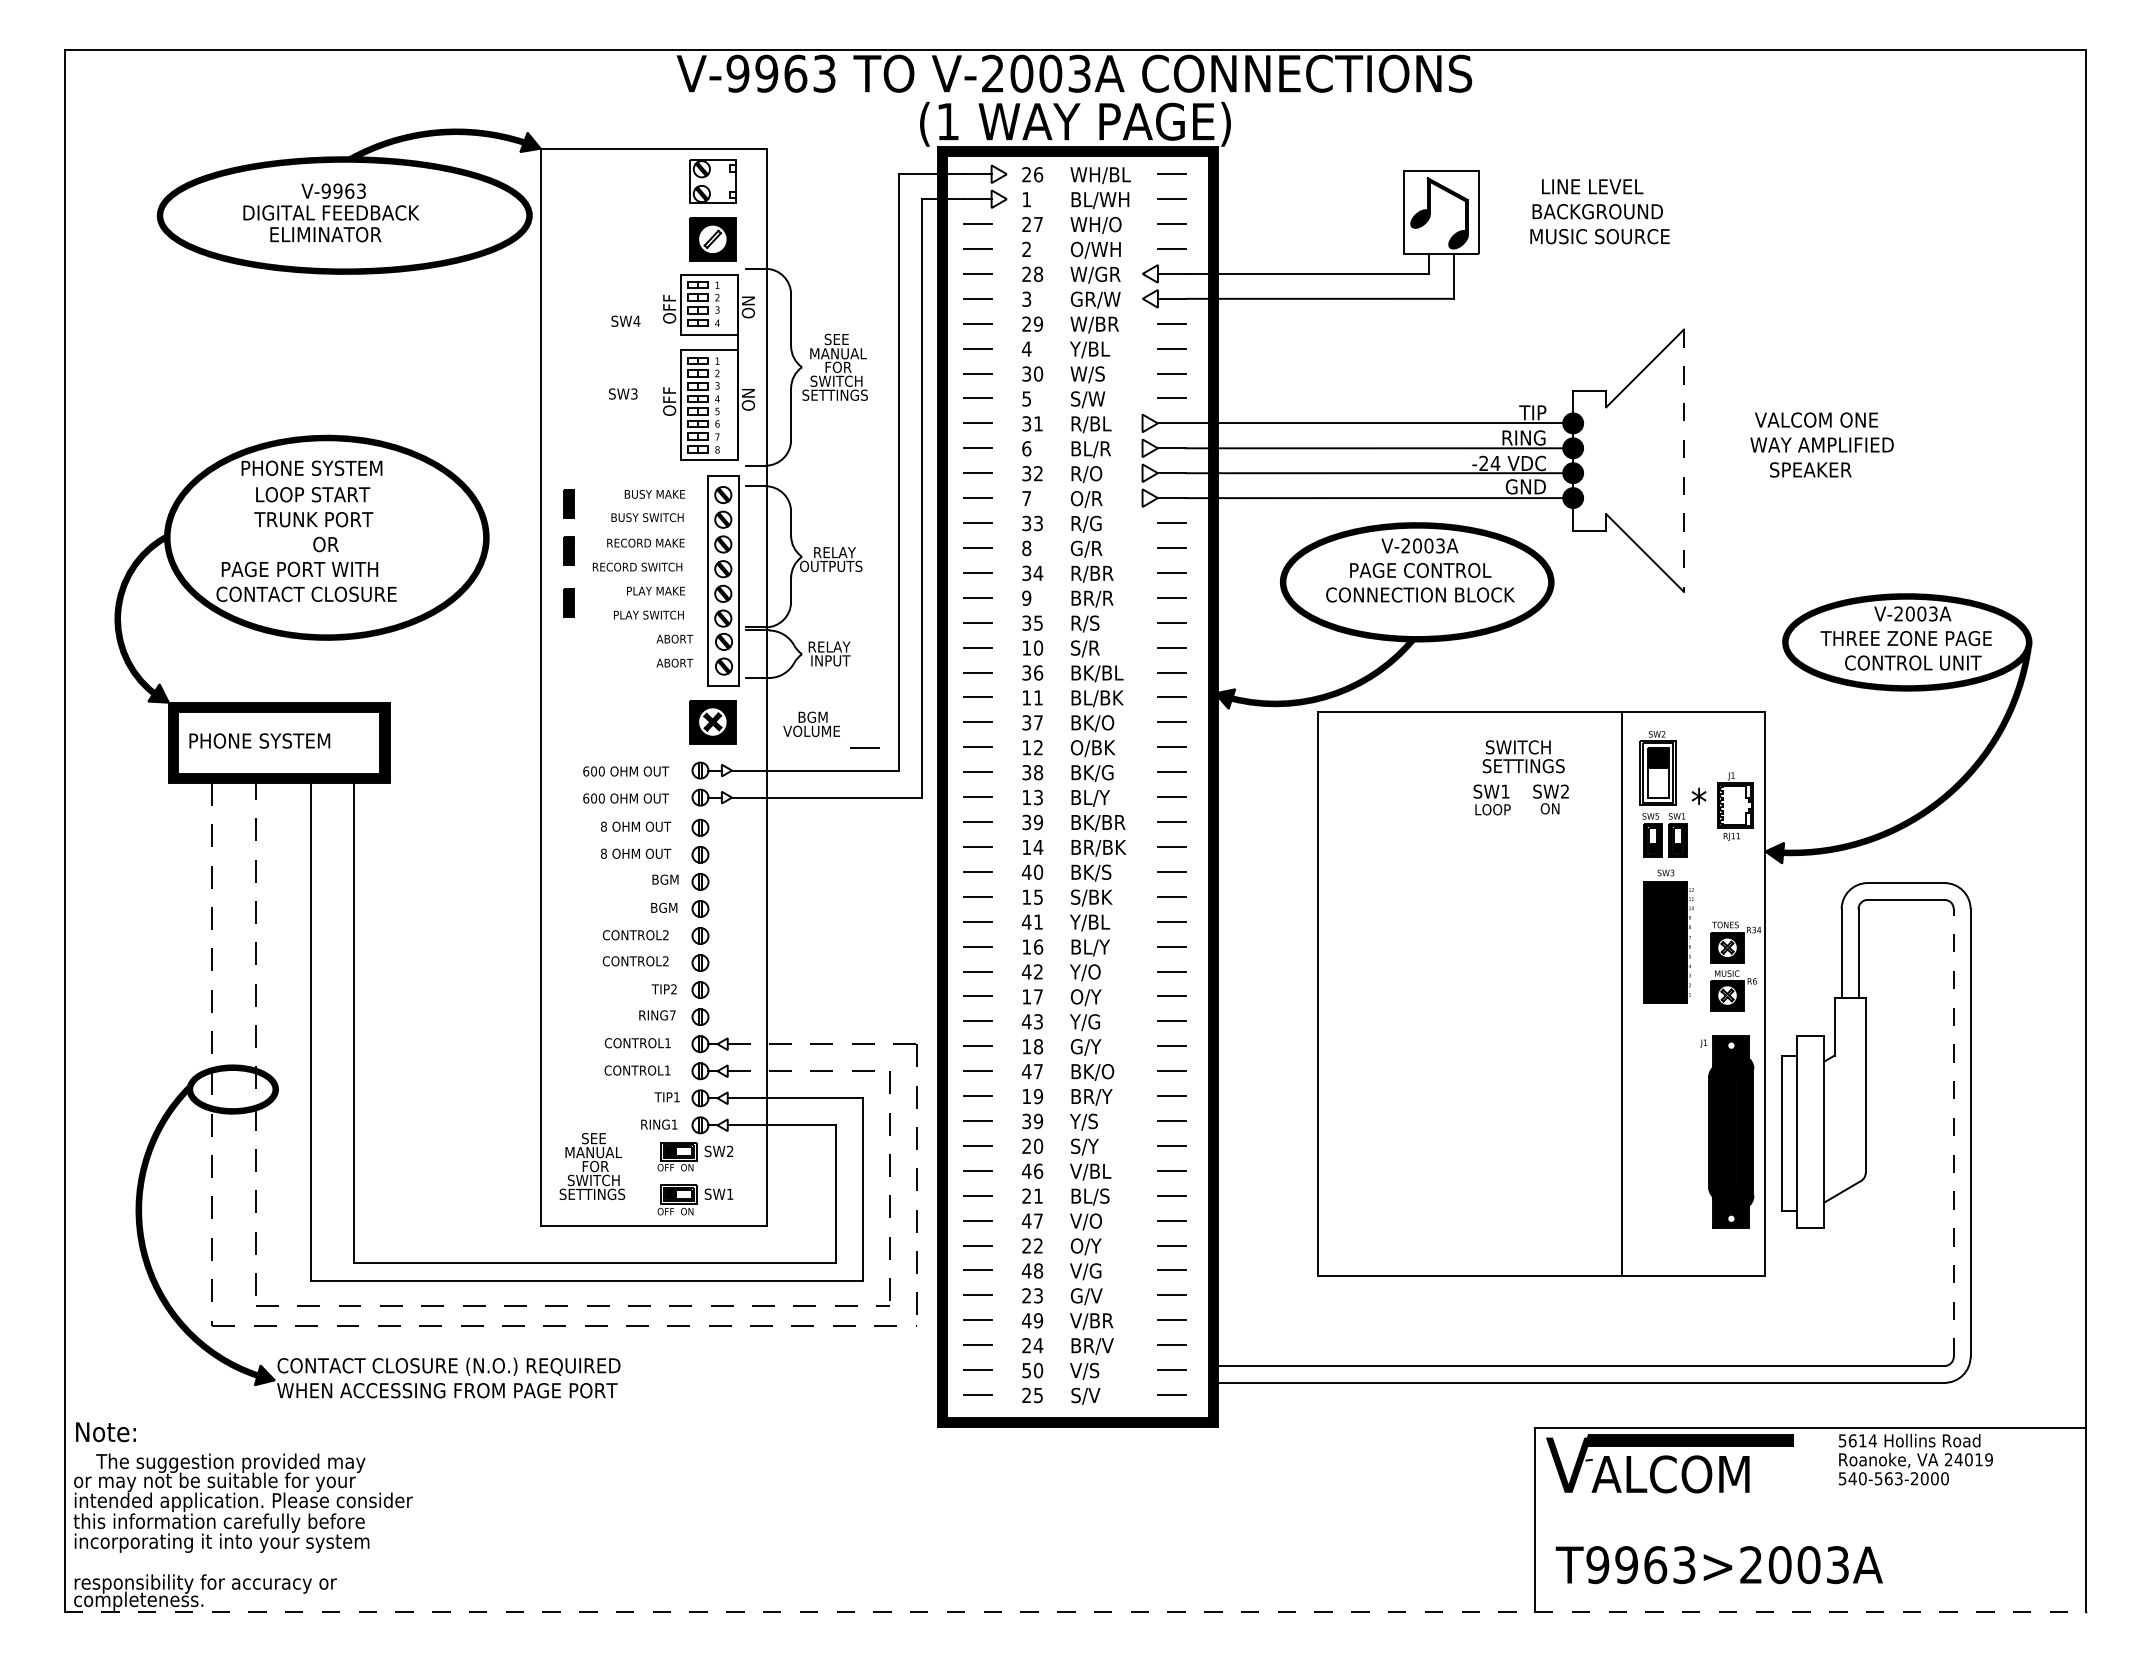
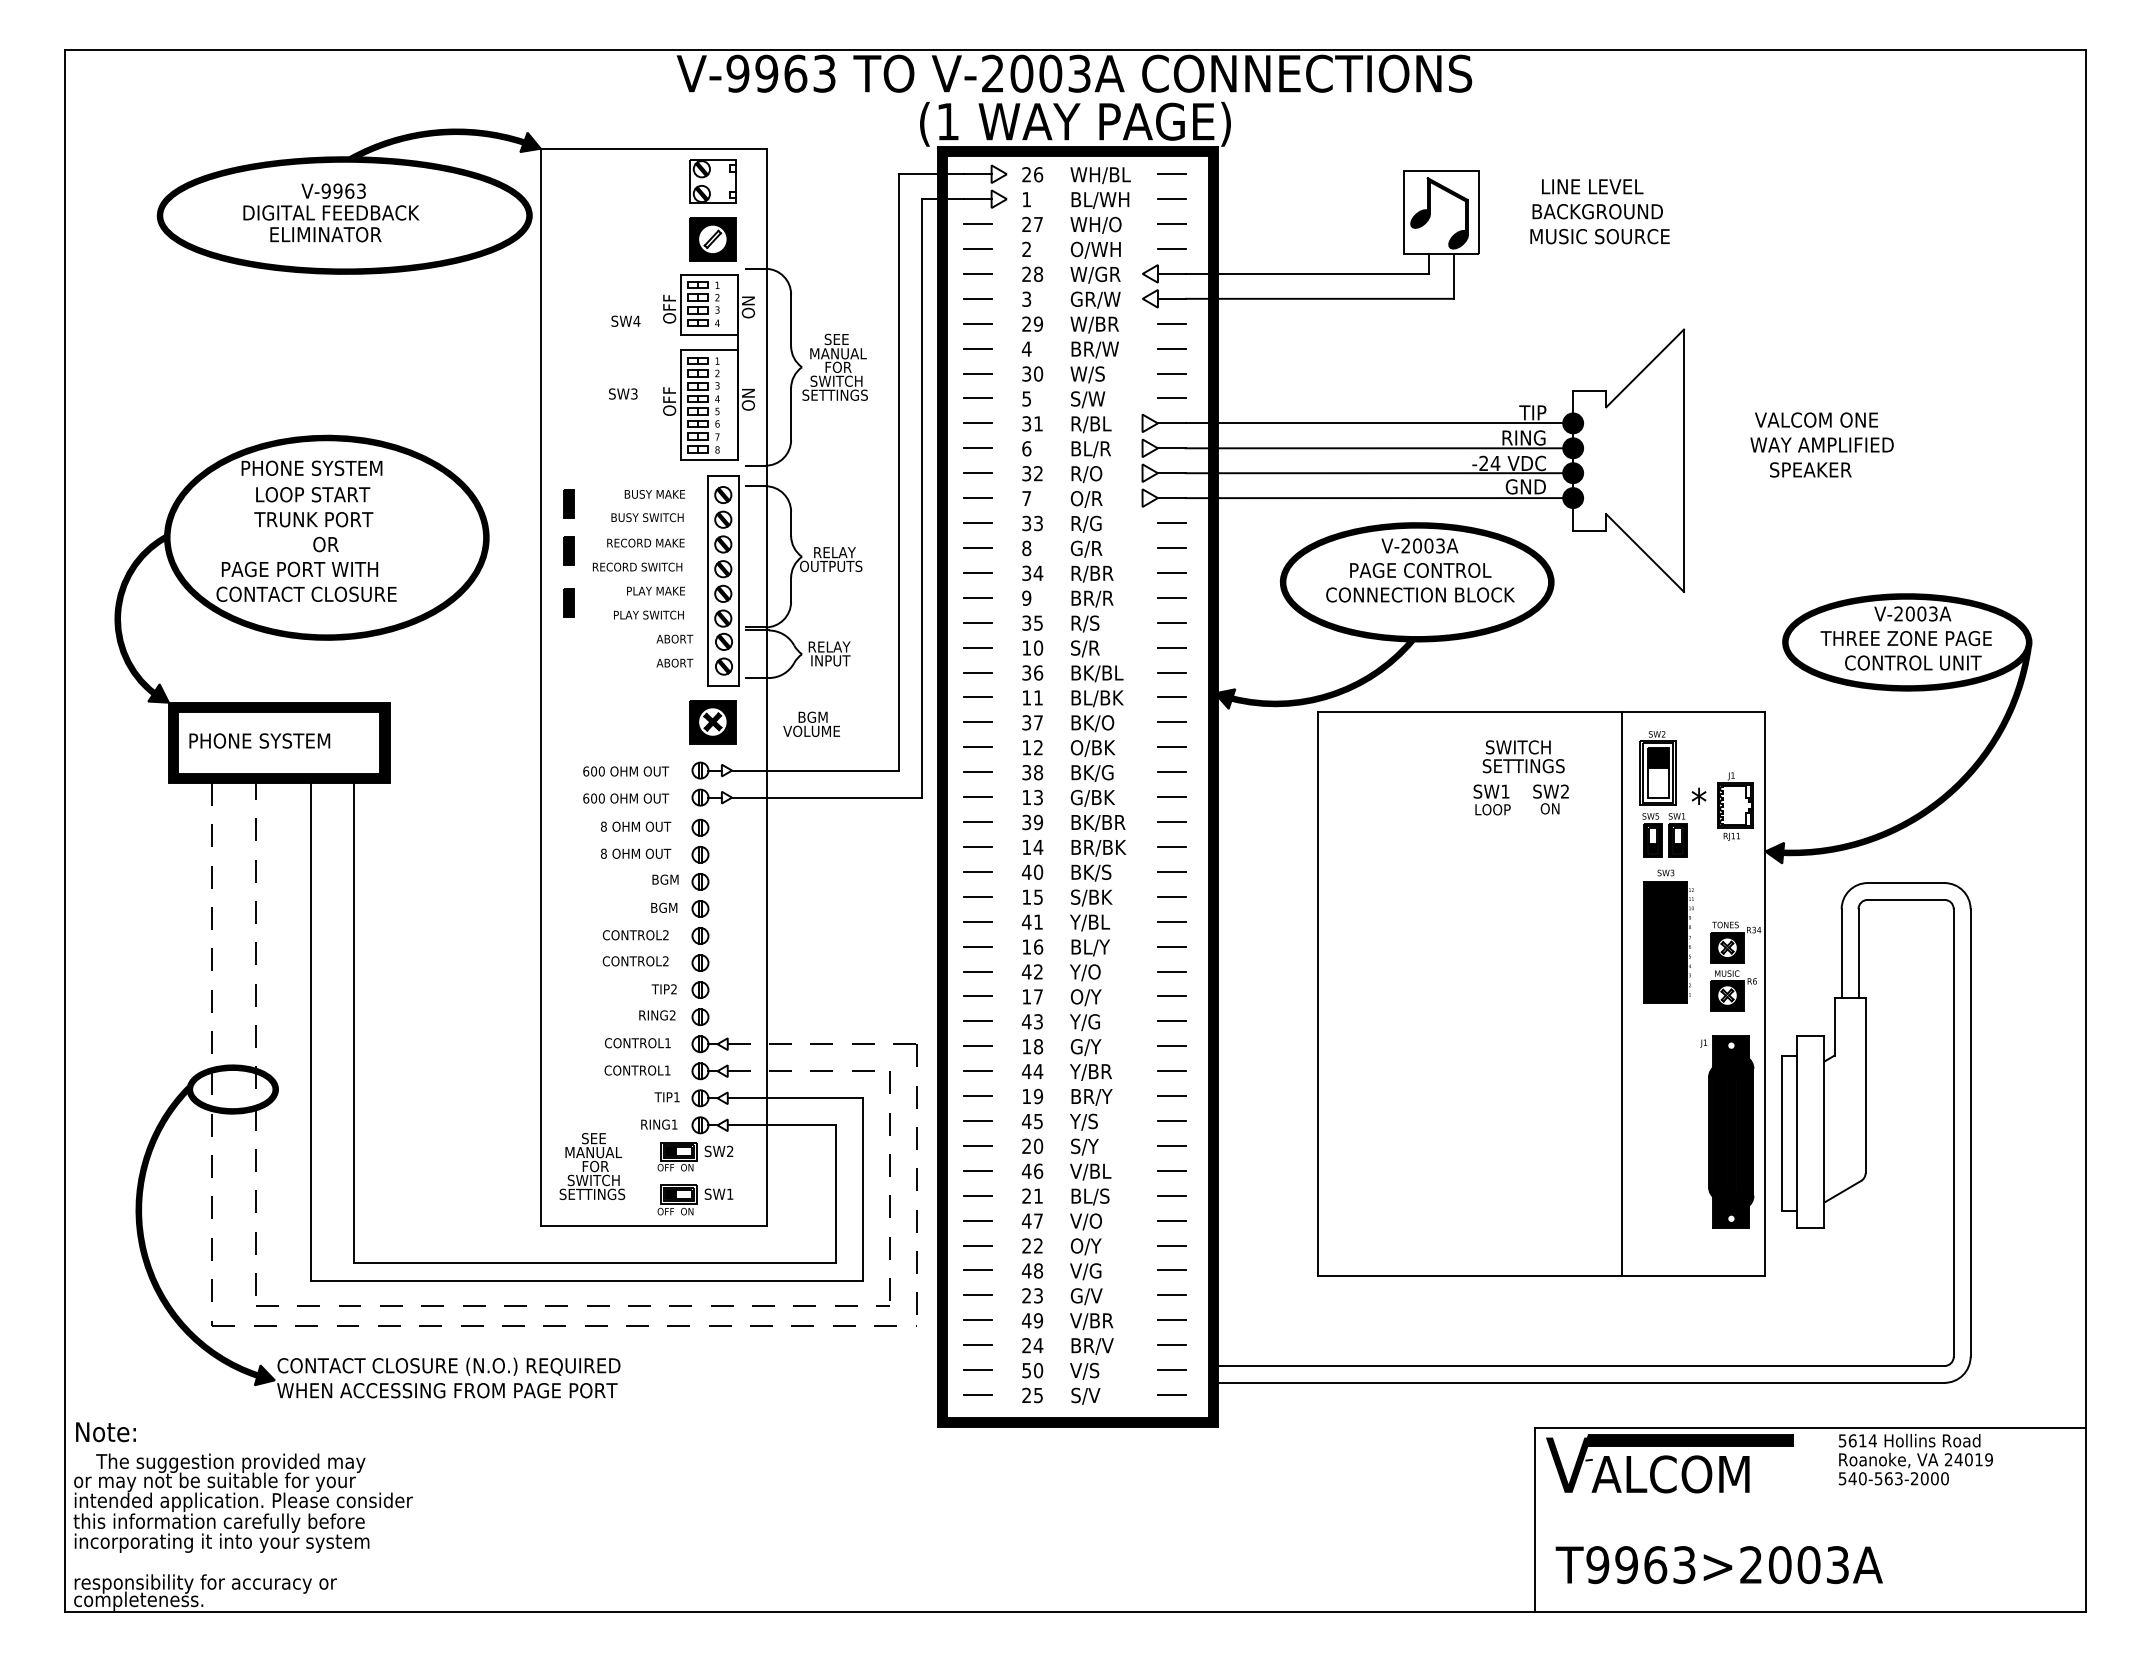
text at (1094, 349): Y/BL -> BR/W
line at (1684, 461): dashed -> solid
line at (864, 747): present -> none
text at (1092, 797): BL/Y -> G/BK
text at (672, 1015): RING7 -> RING2
text at (1038, 1071): 47 -> 44
text at (1092, 1072): BK/O -> Y/BR
text at (1032, 1121): 39 -> 45
line at (1953, 1132): dashed -> solid
line at (1075, 1612): dashed -> solid
